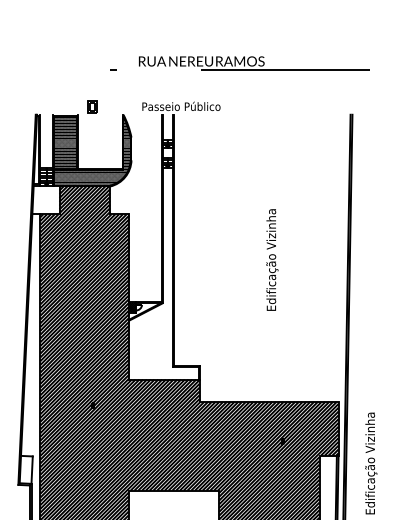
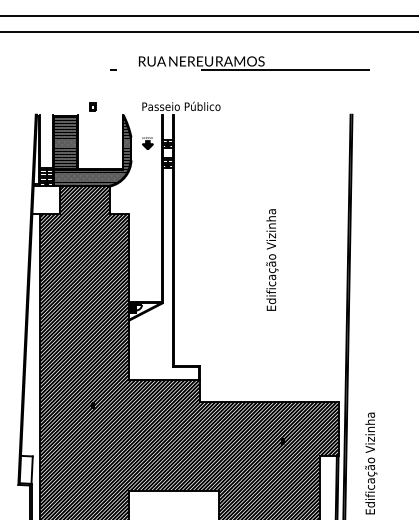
line at (208, 15): none -> present
line at (208, 32): none -> present
part at (92, 106) size: 11x14 px -> 8x10 px
part at (147, 143): none -> present
